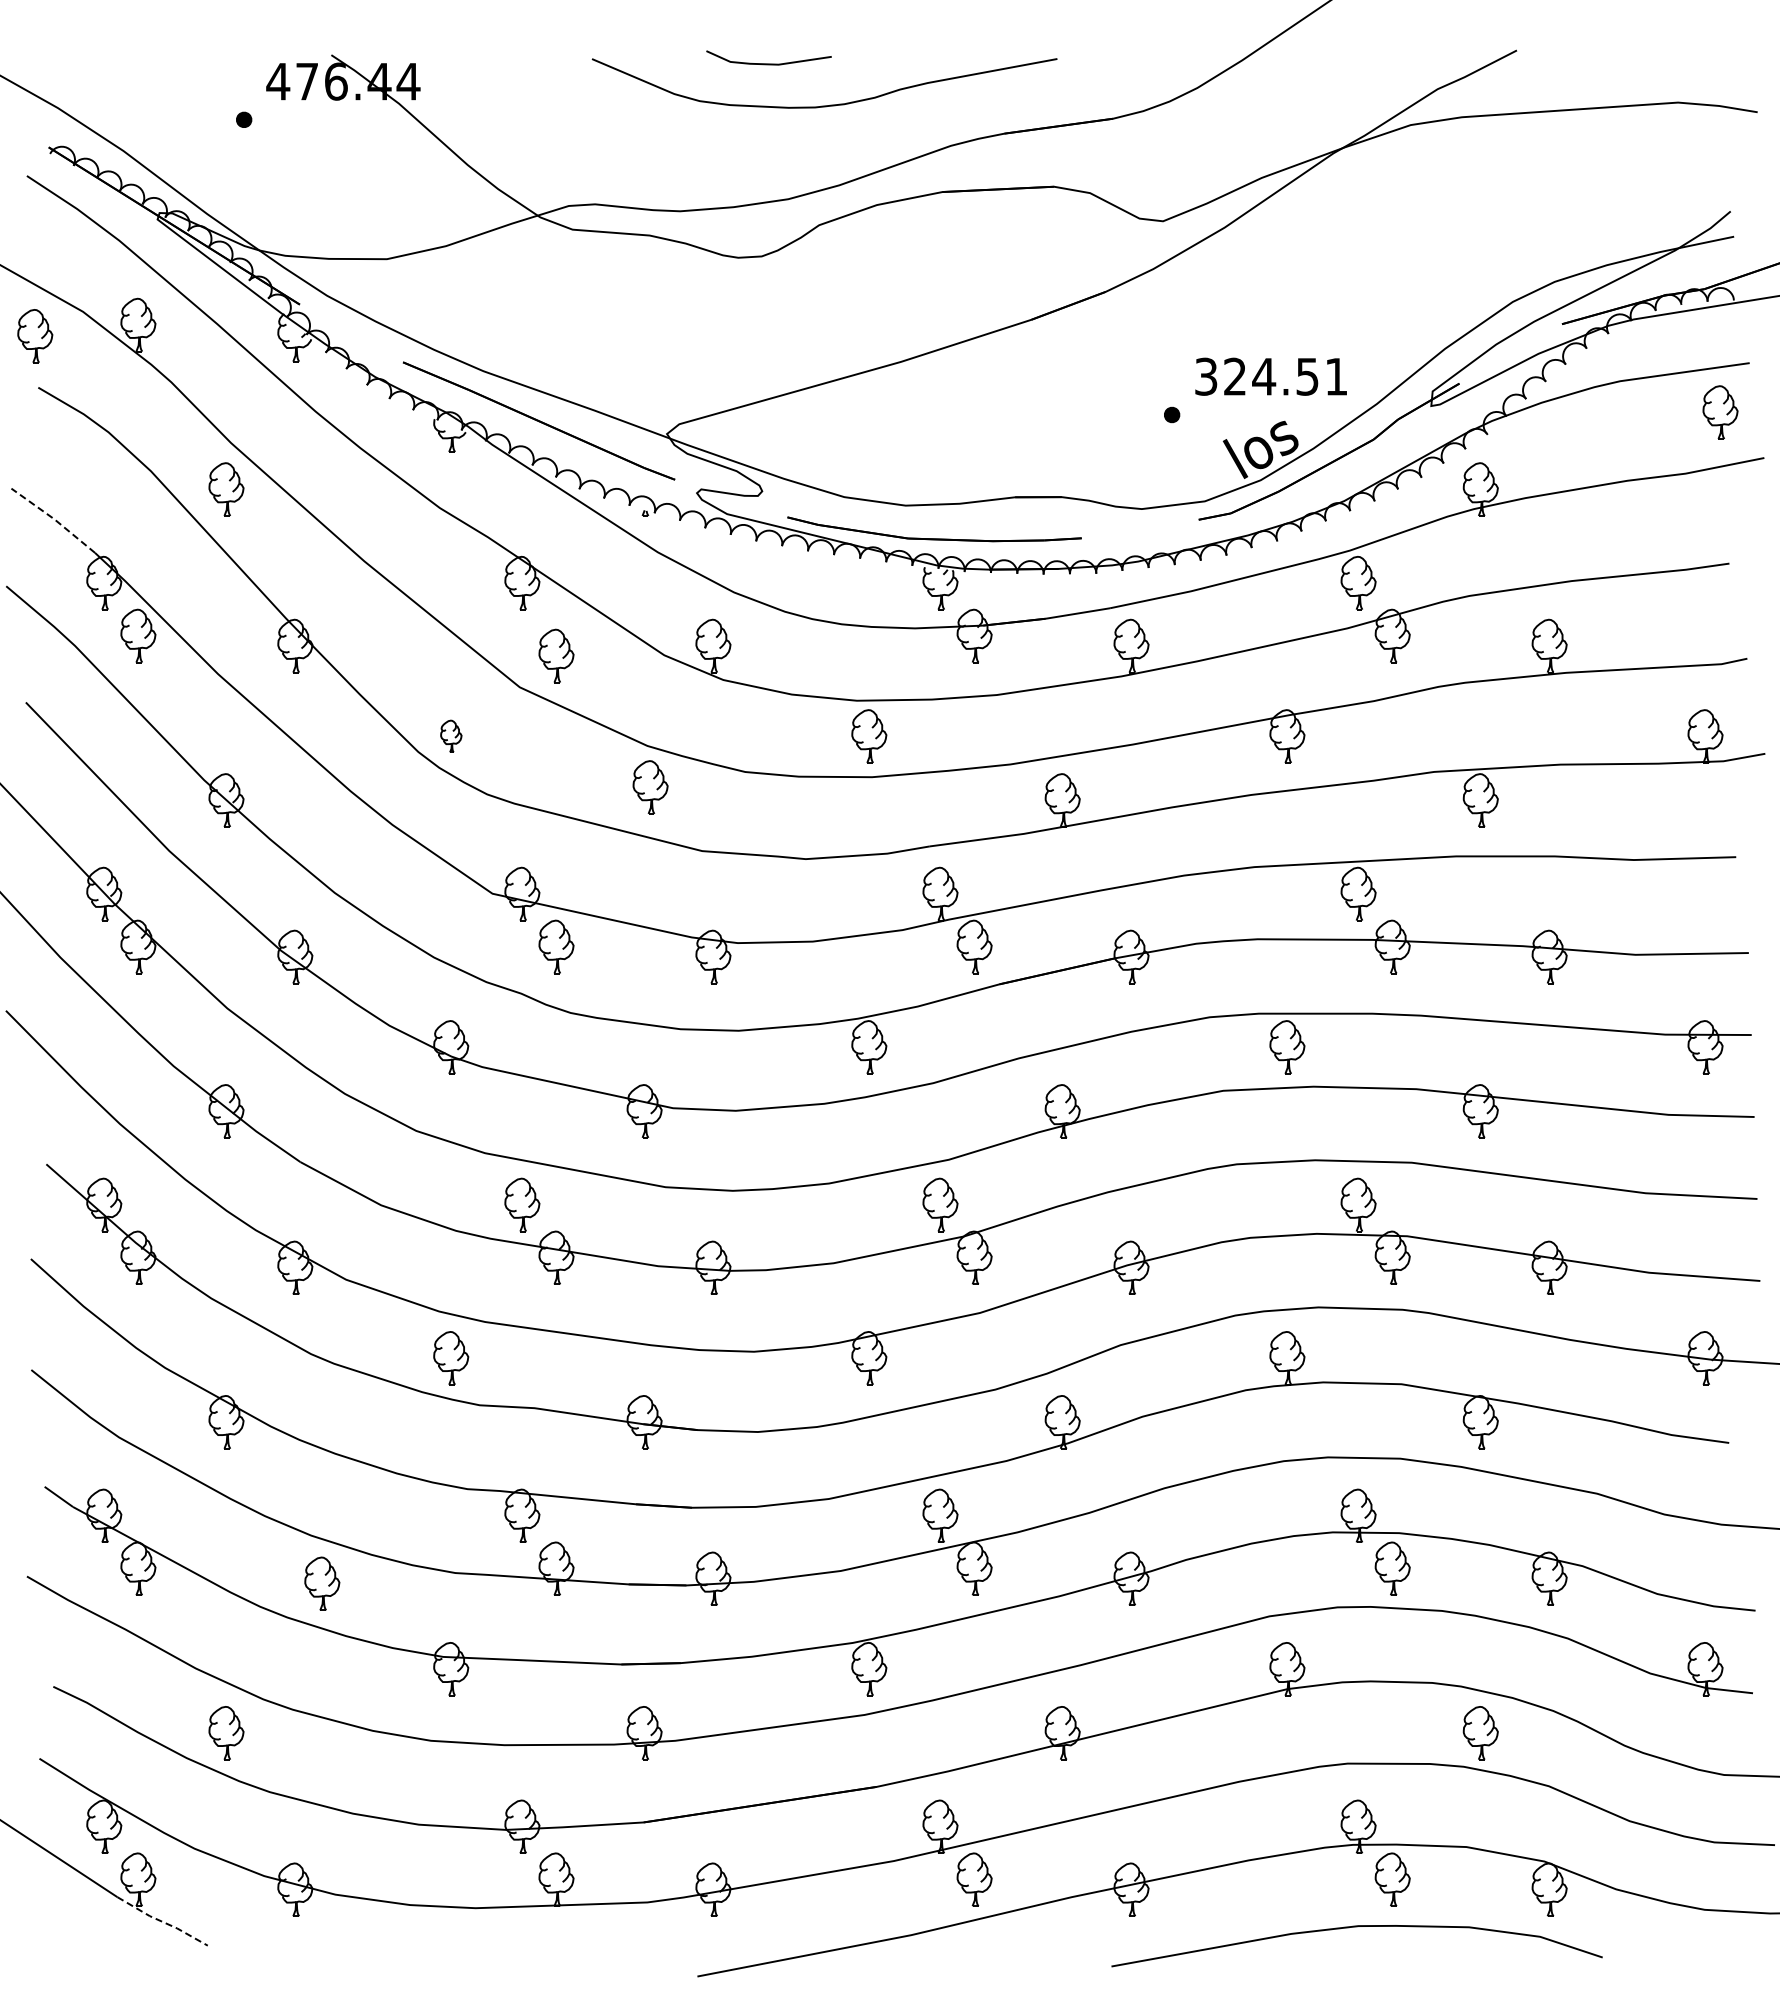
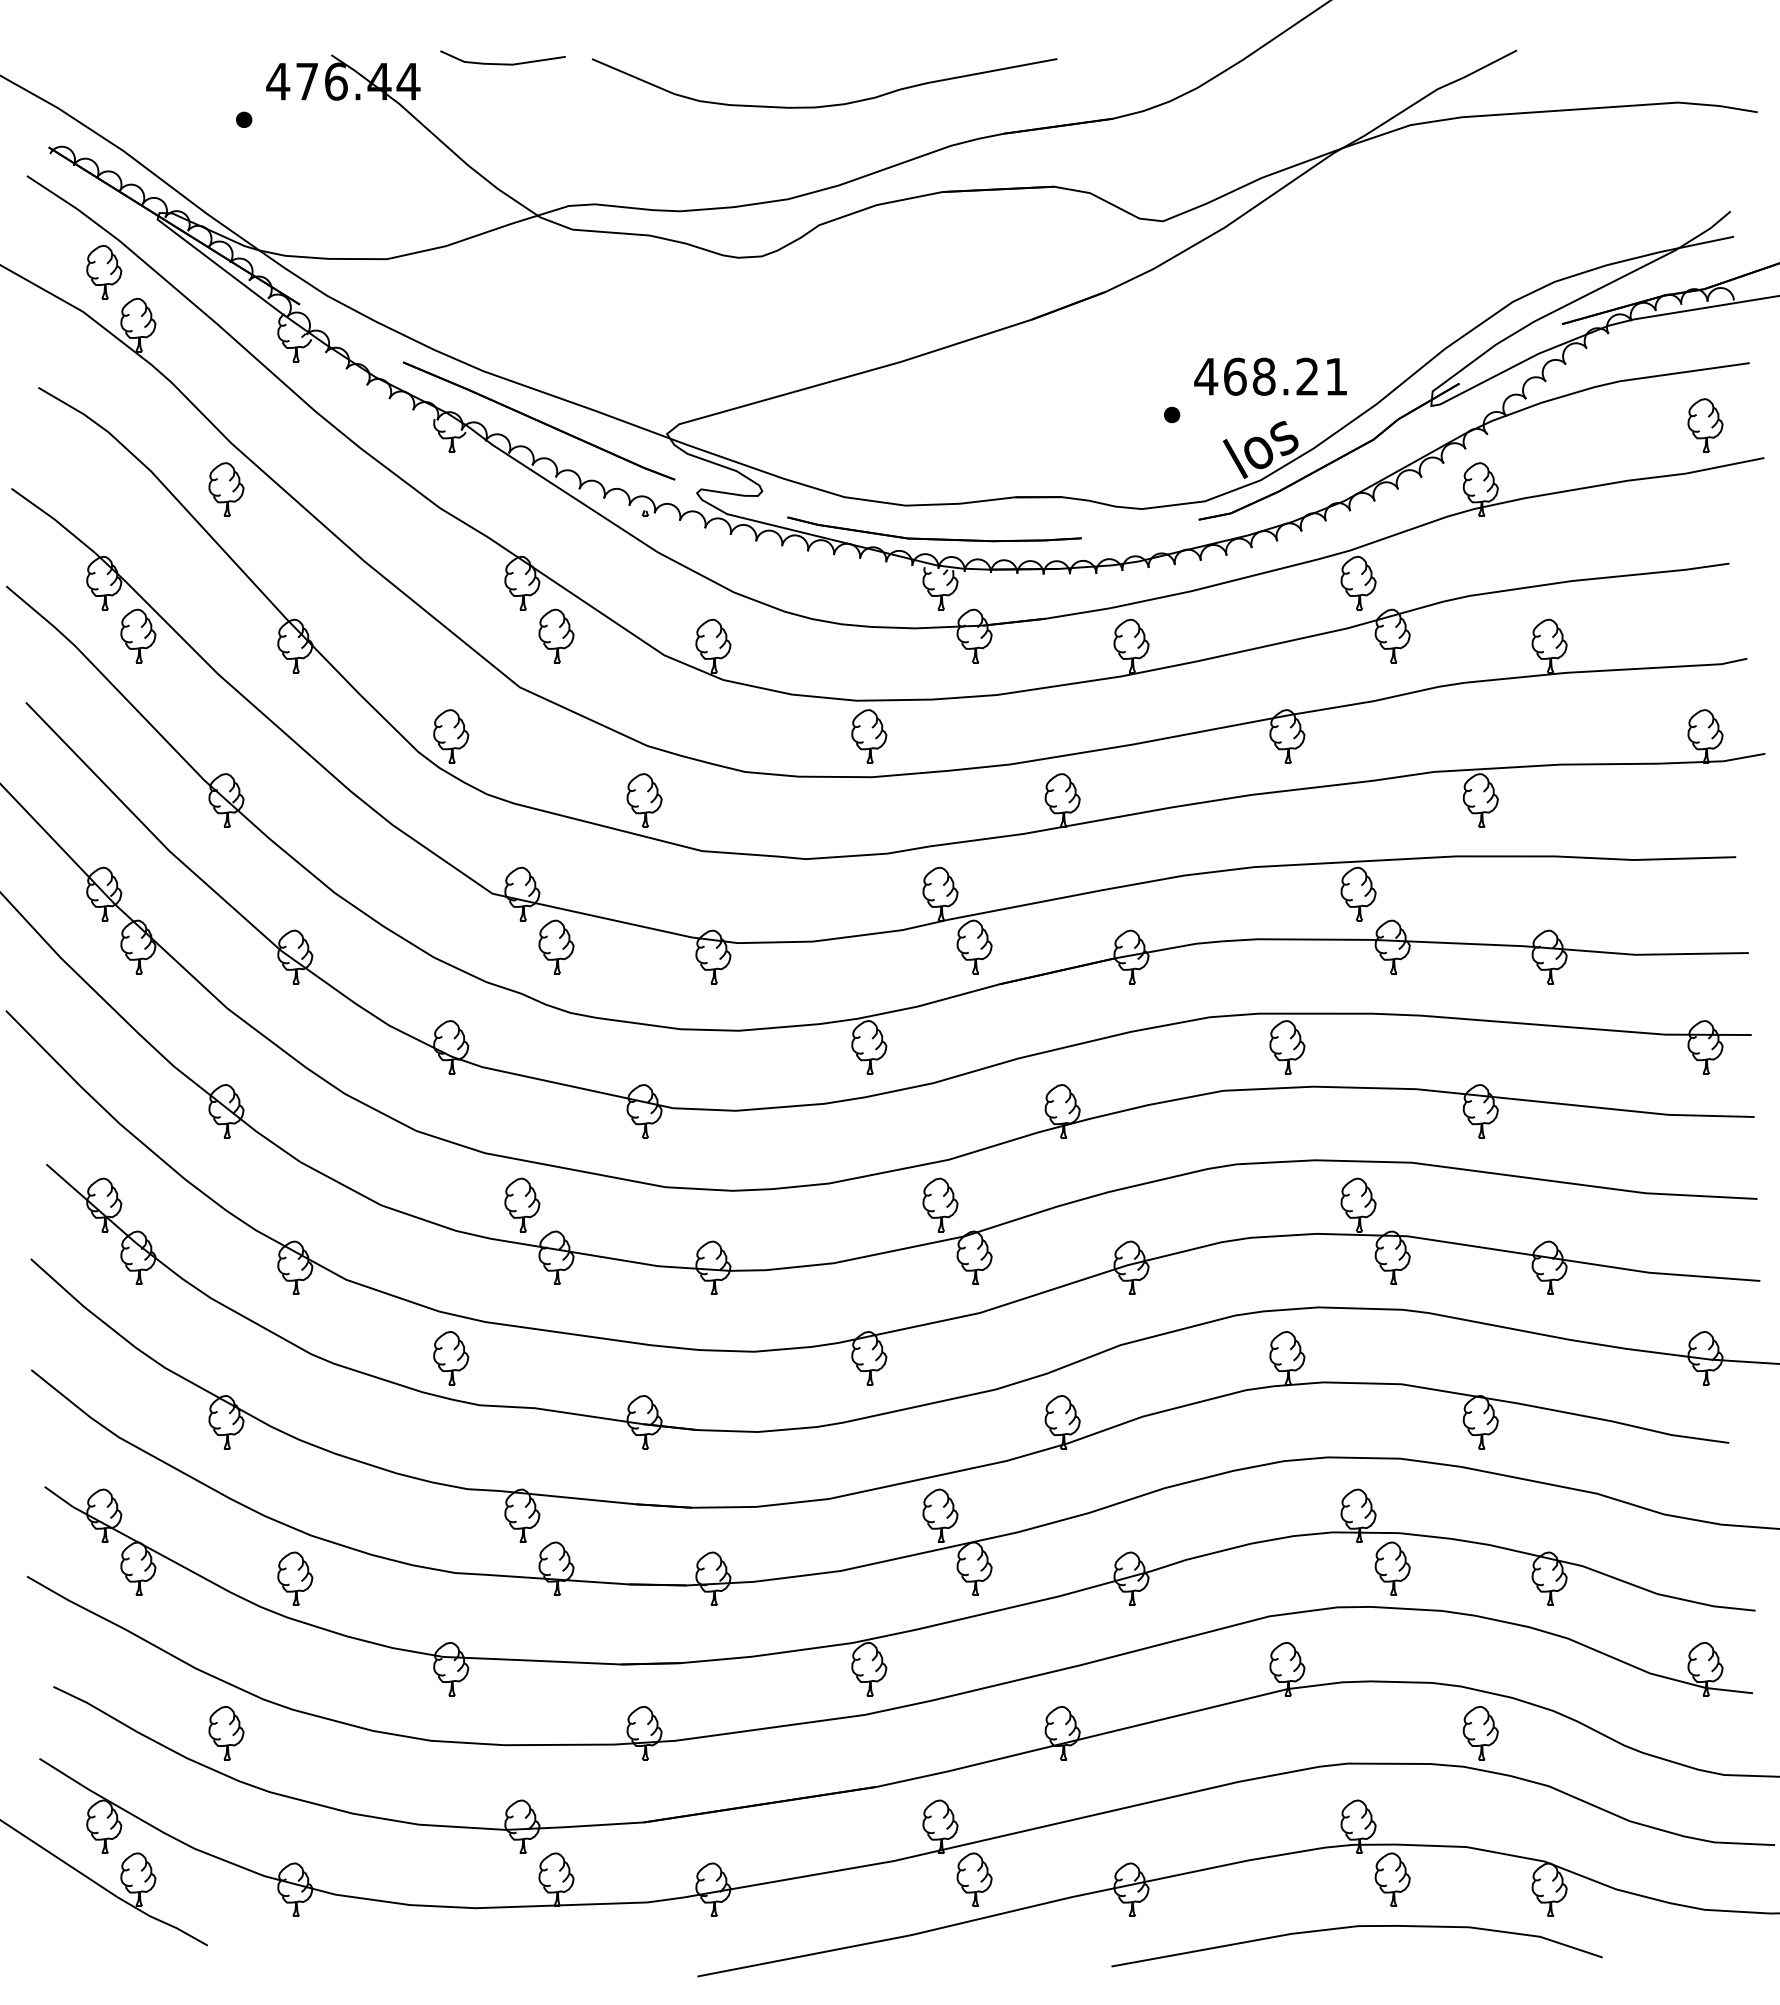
line at (768, 63) position: (768, 63) -> (502, 63)
part at (35, 336) position: (35, 336) -> (104, 272)
text at (1256, 376): 324.51 -> 468.21
part at (1720, 412) position: (1720, 412) -> (1705, 425)
line at (54, 519): dashed -> solid
part at (556, 655) position: (556, 655) -> (556, 635)
part at (451, 735) size: 23x34 px -> 37x55 px
part at (650, 787) position: (650, 787) -> (644, 800)
part at (322, 1583) position: (322, 1583) -> (295, 1578)
line at (162, 1921): dashed -> solid
